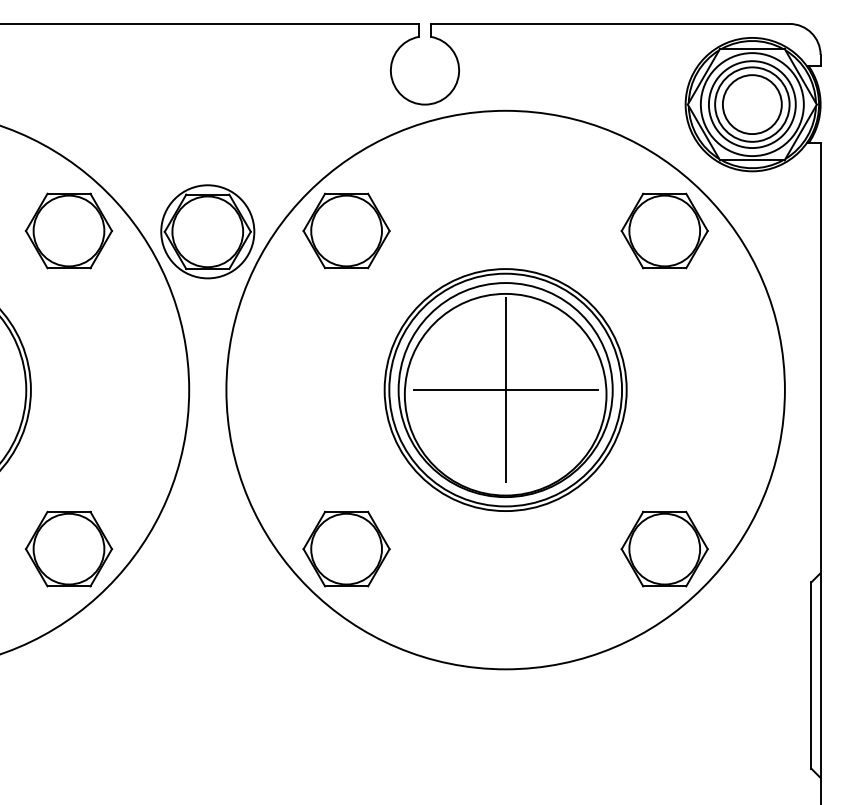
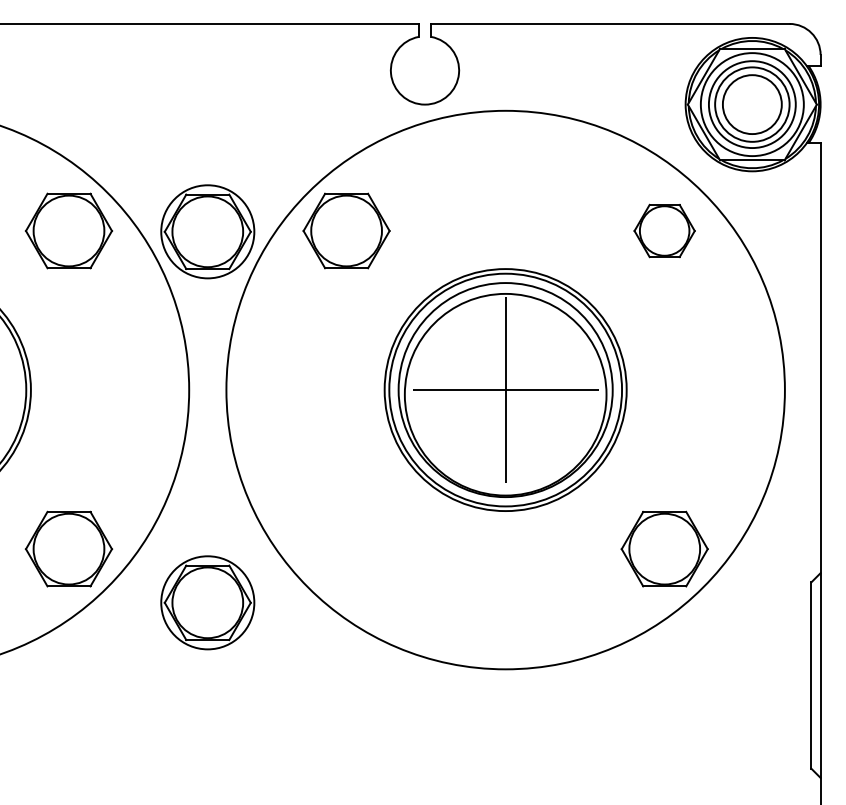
part at (664, 230) size: 89x78 px -> 63x56 px
part at (346, 548): present -> none
part at (207, 602): none -> present
